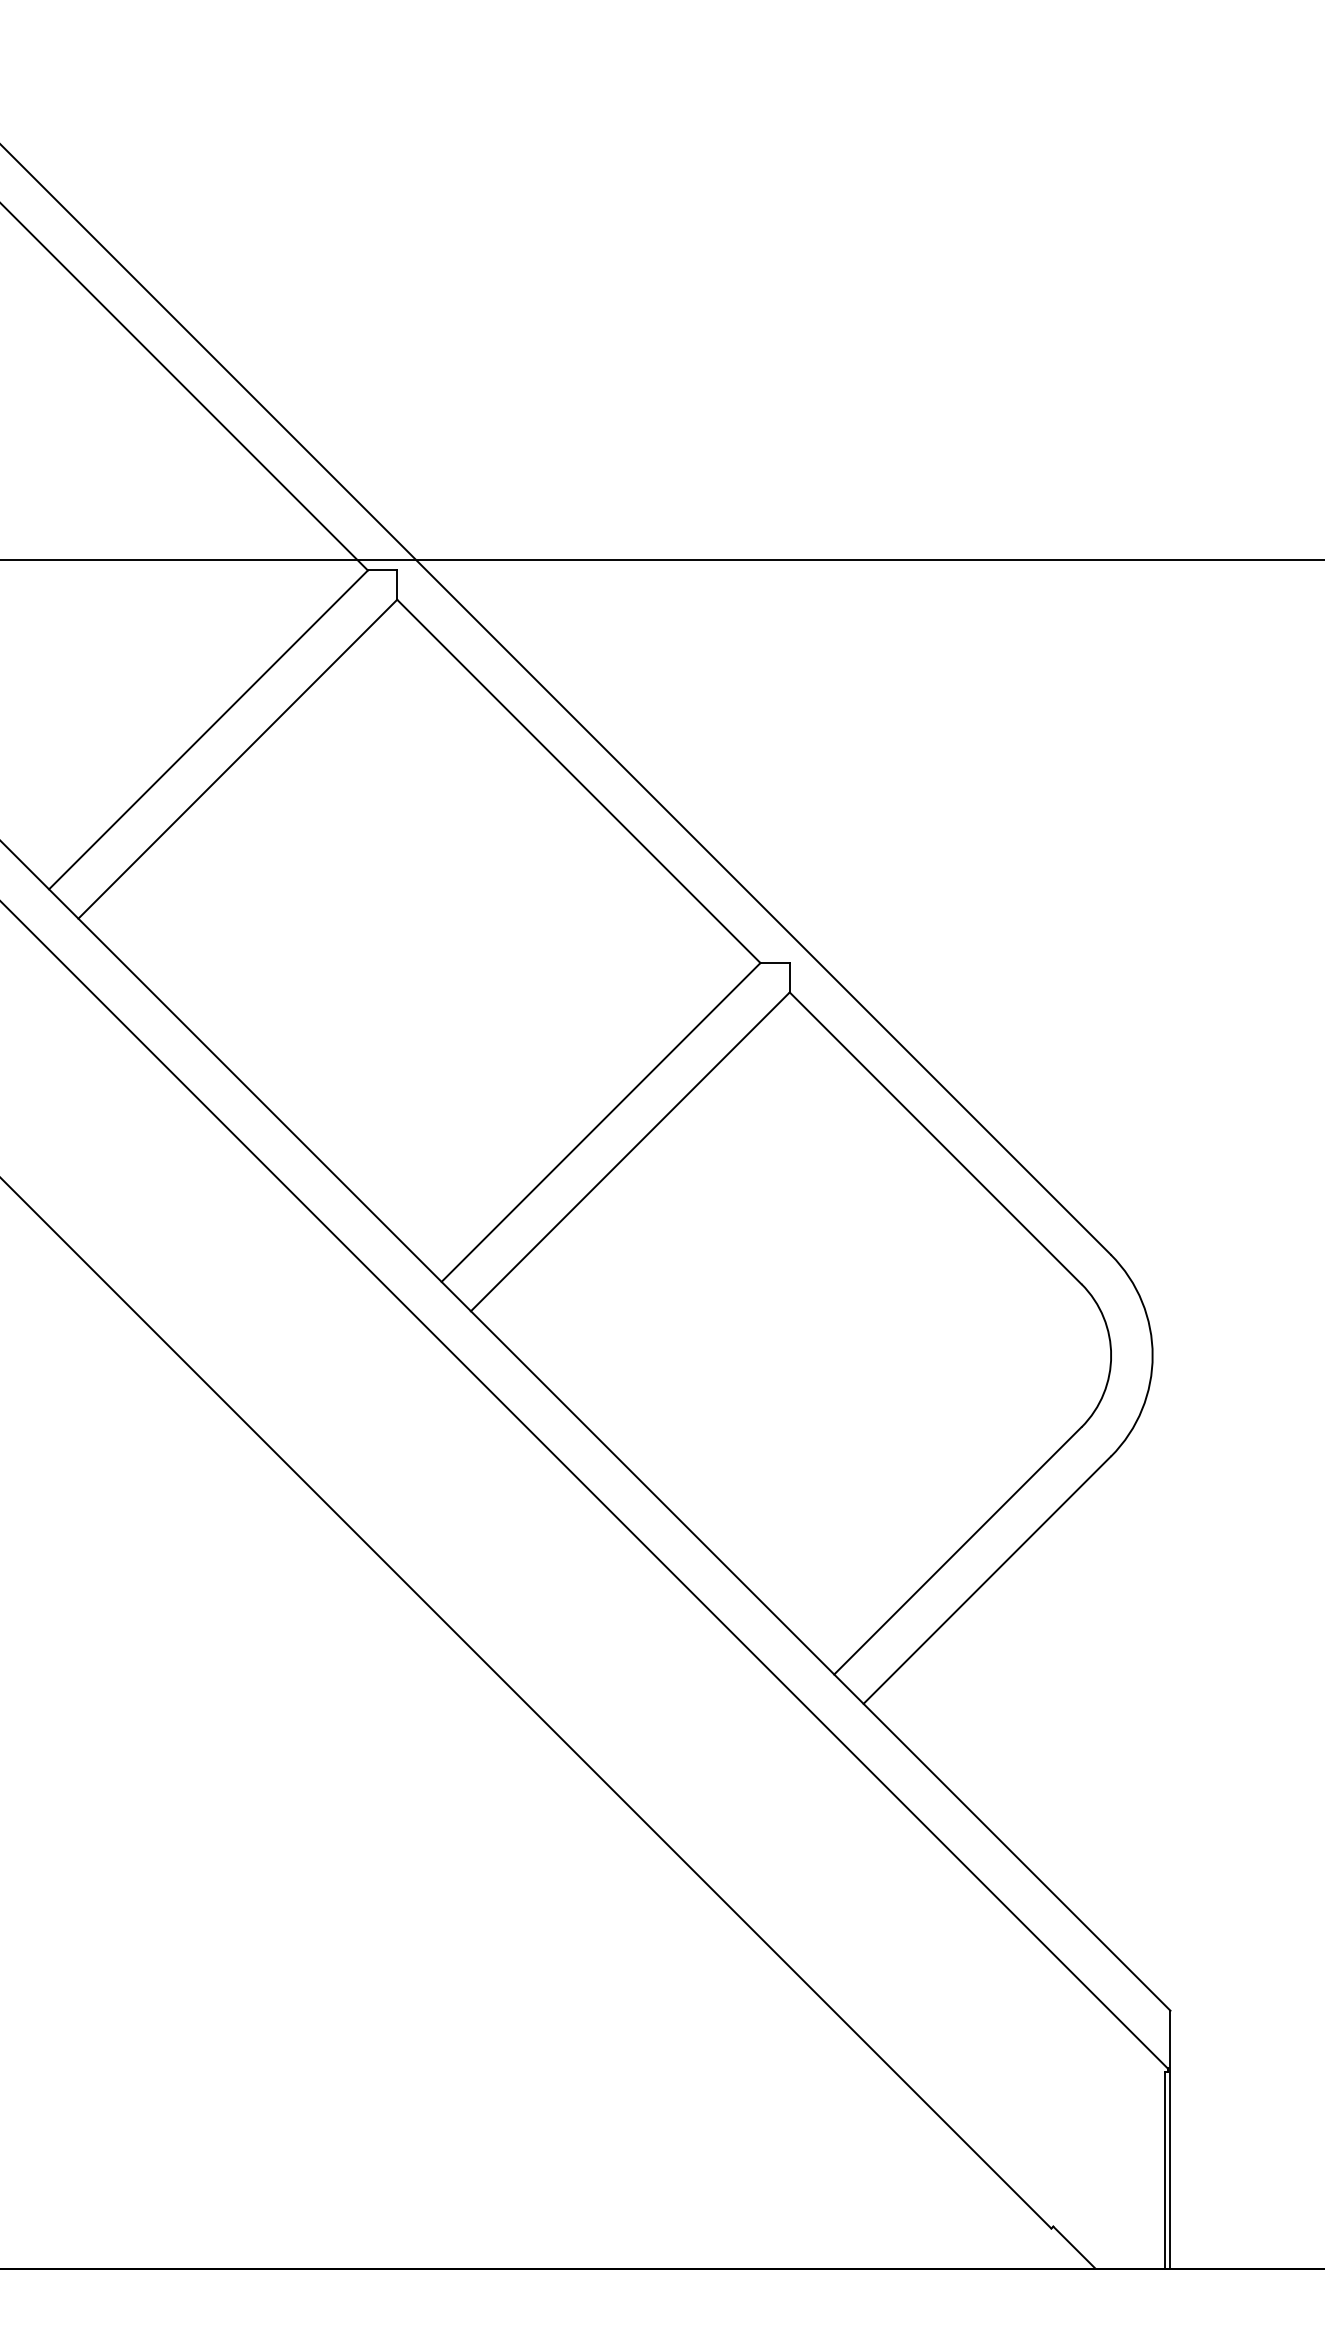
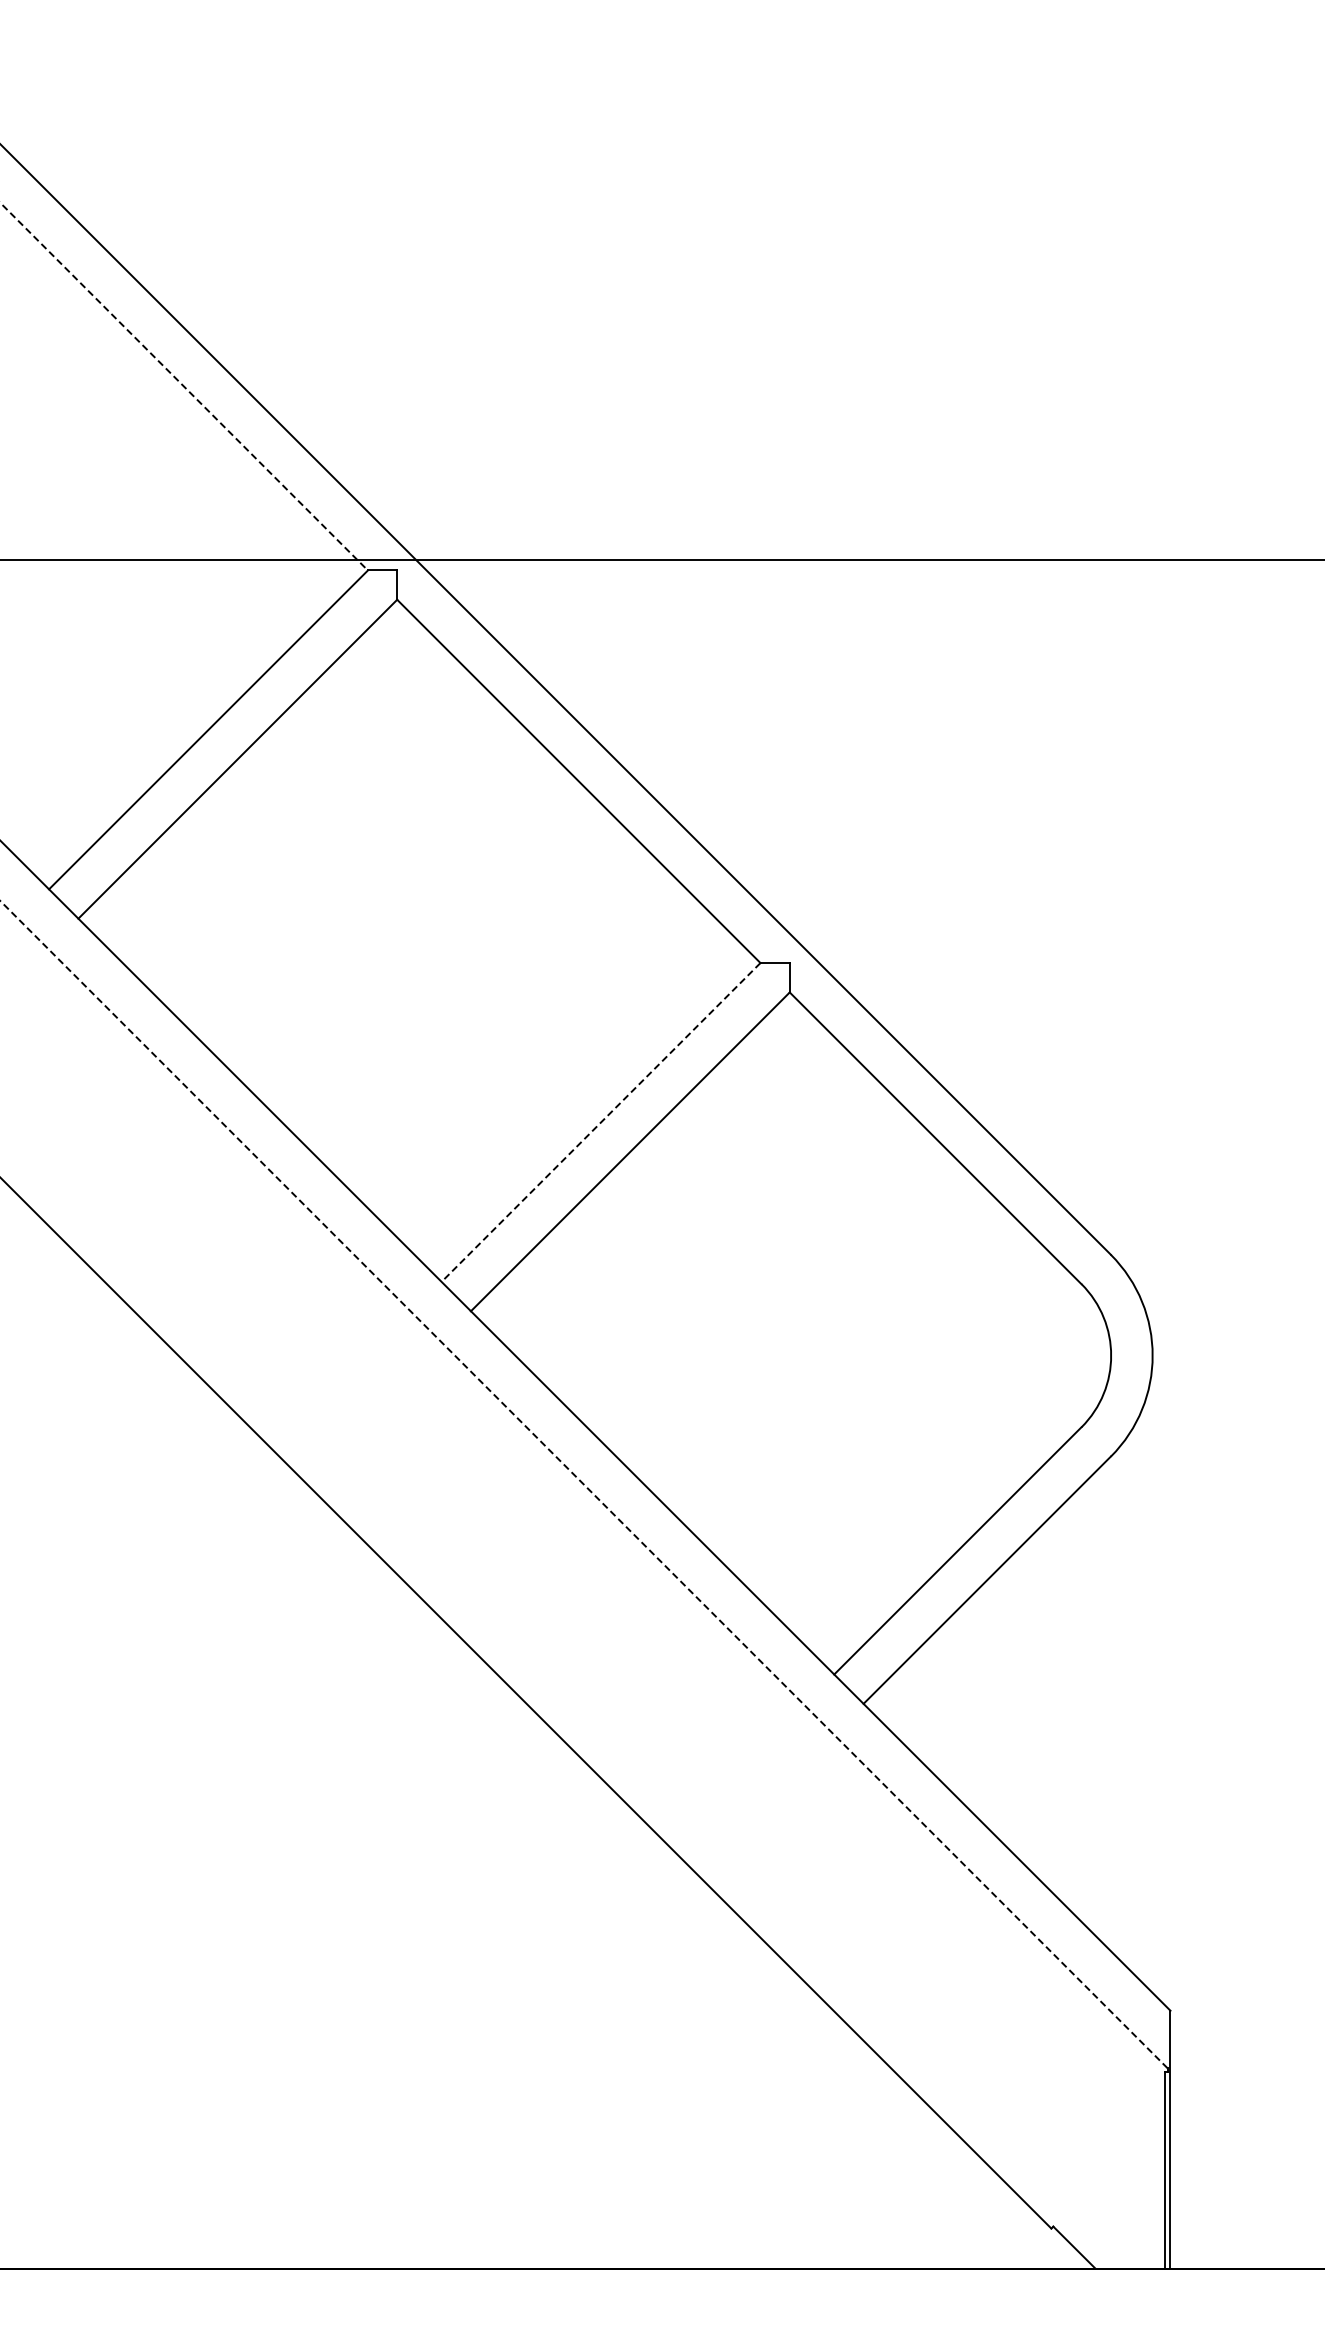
line at (184, 386): solid -> dashed
line at (600, 1122): solid -> dashed
line at (583, 1484): solid -> dashed
